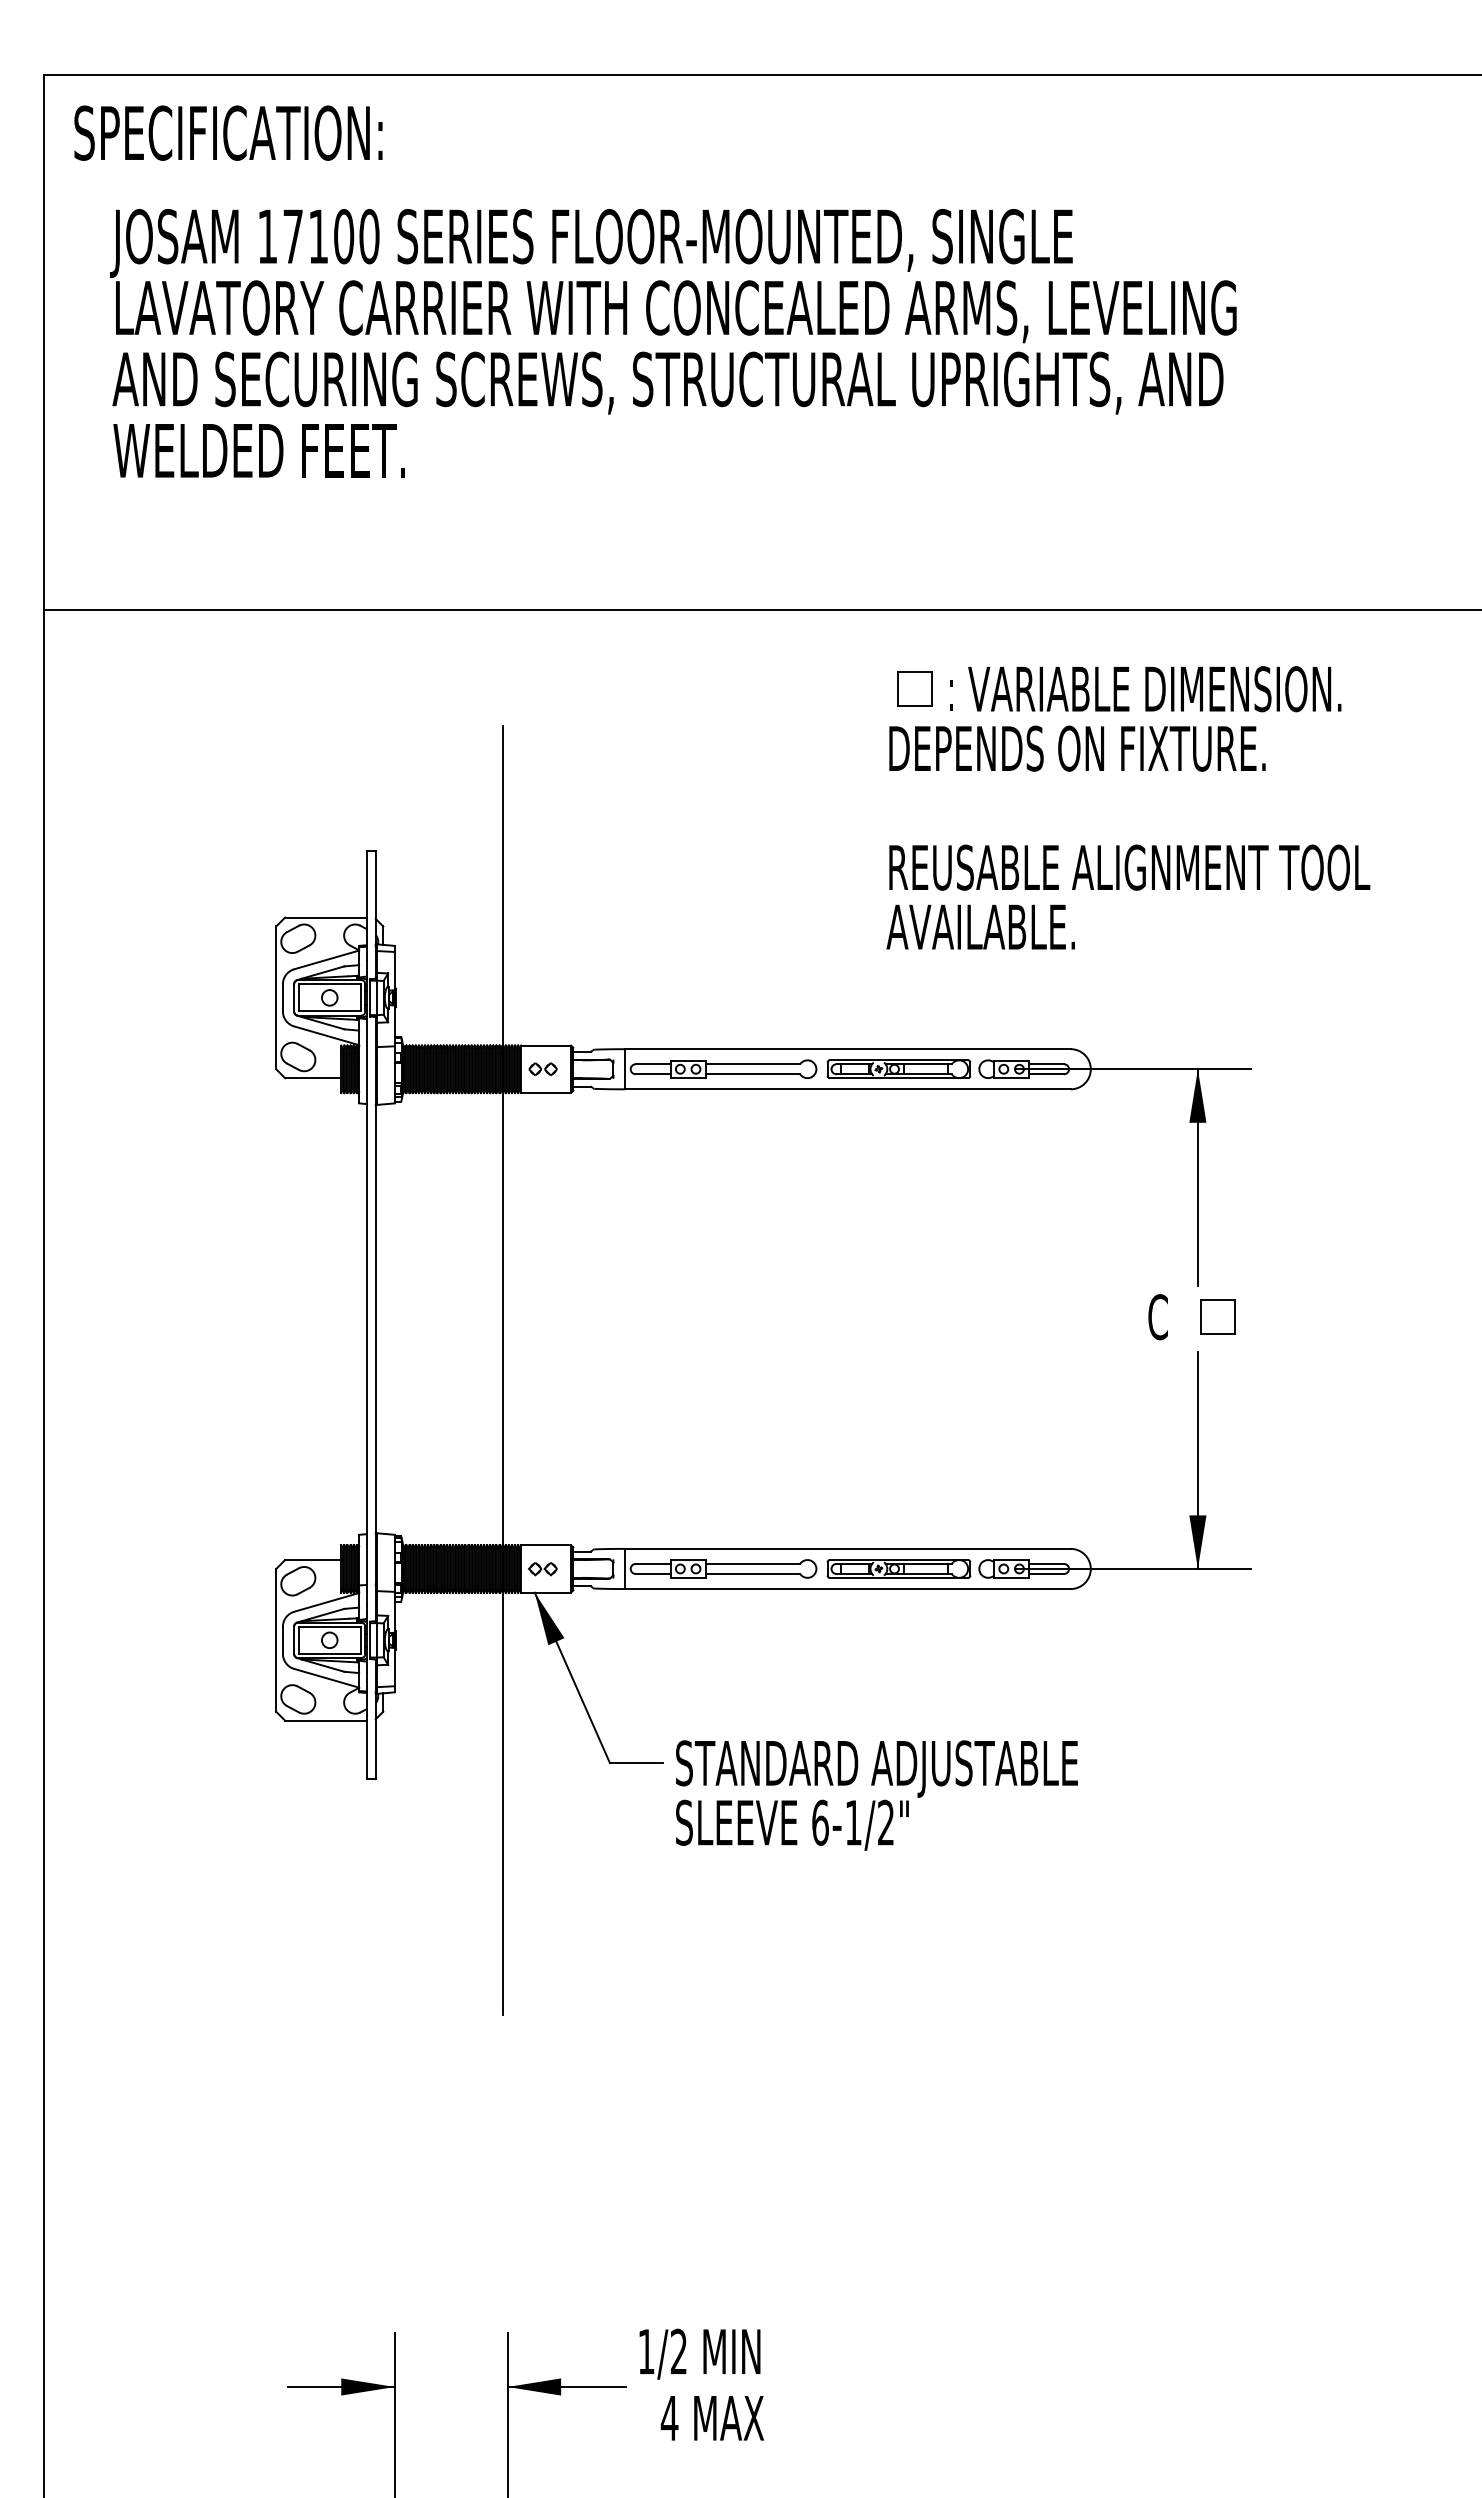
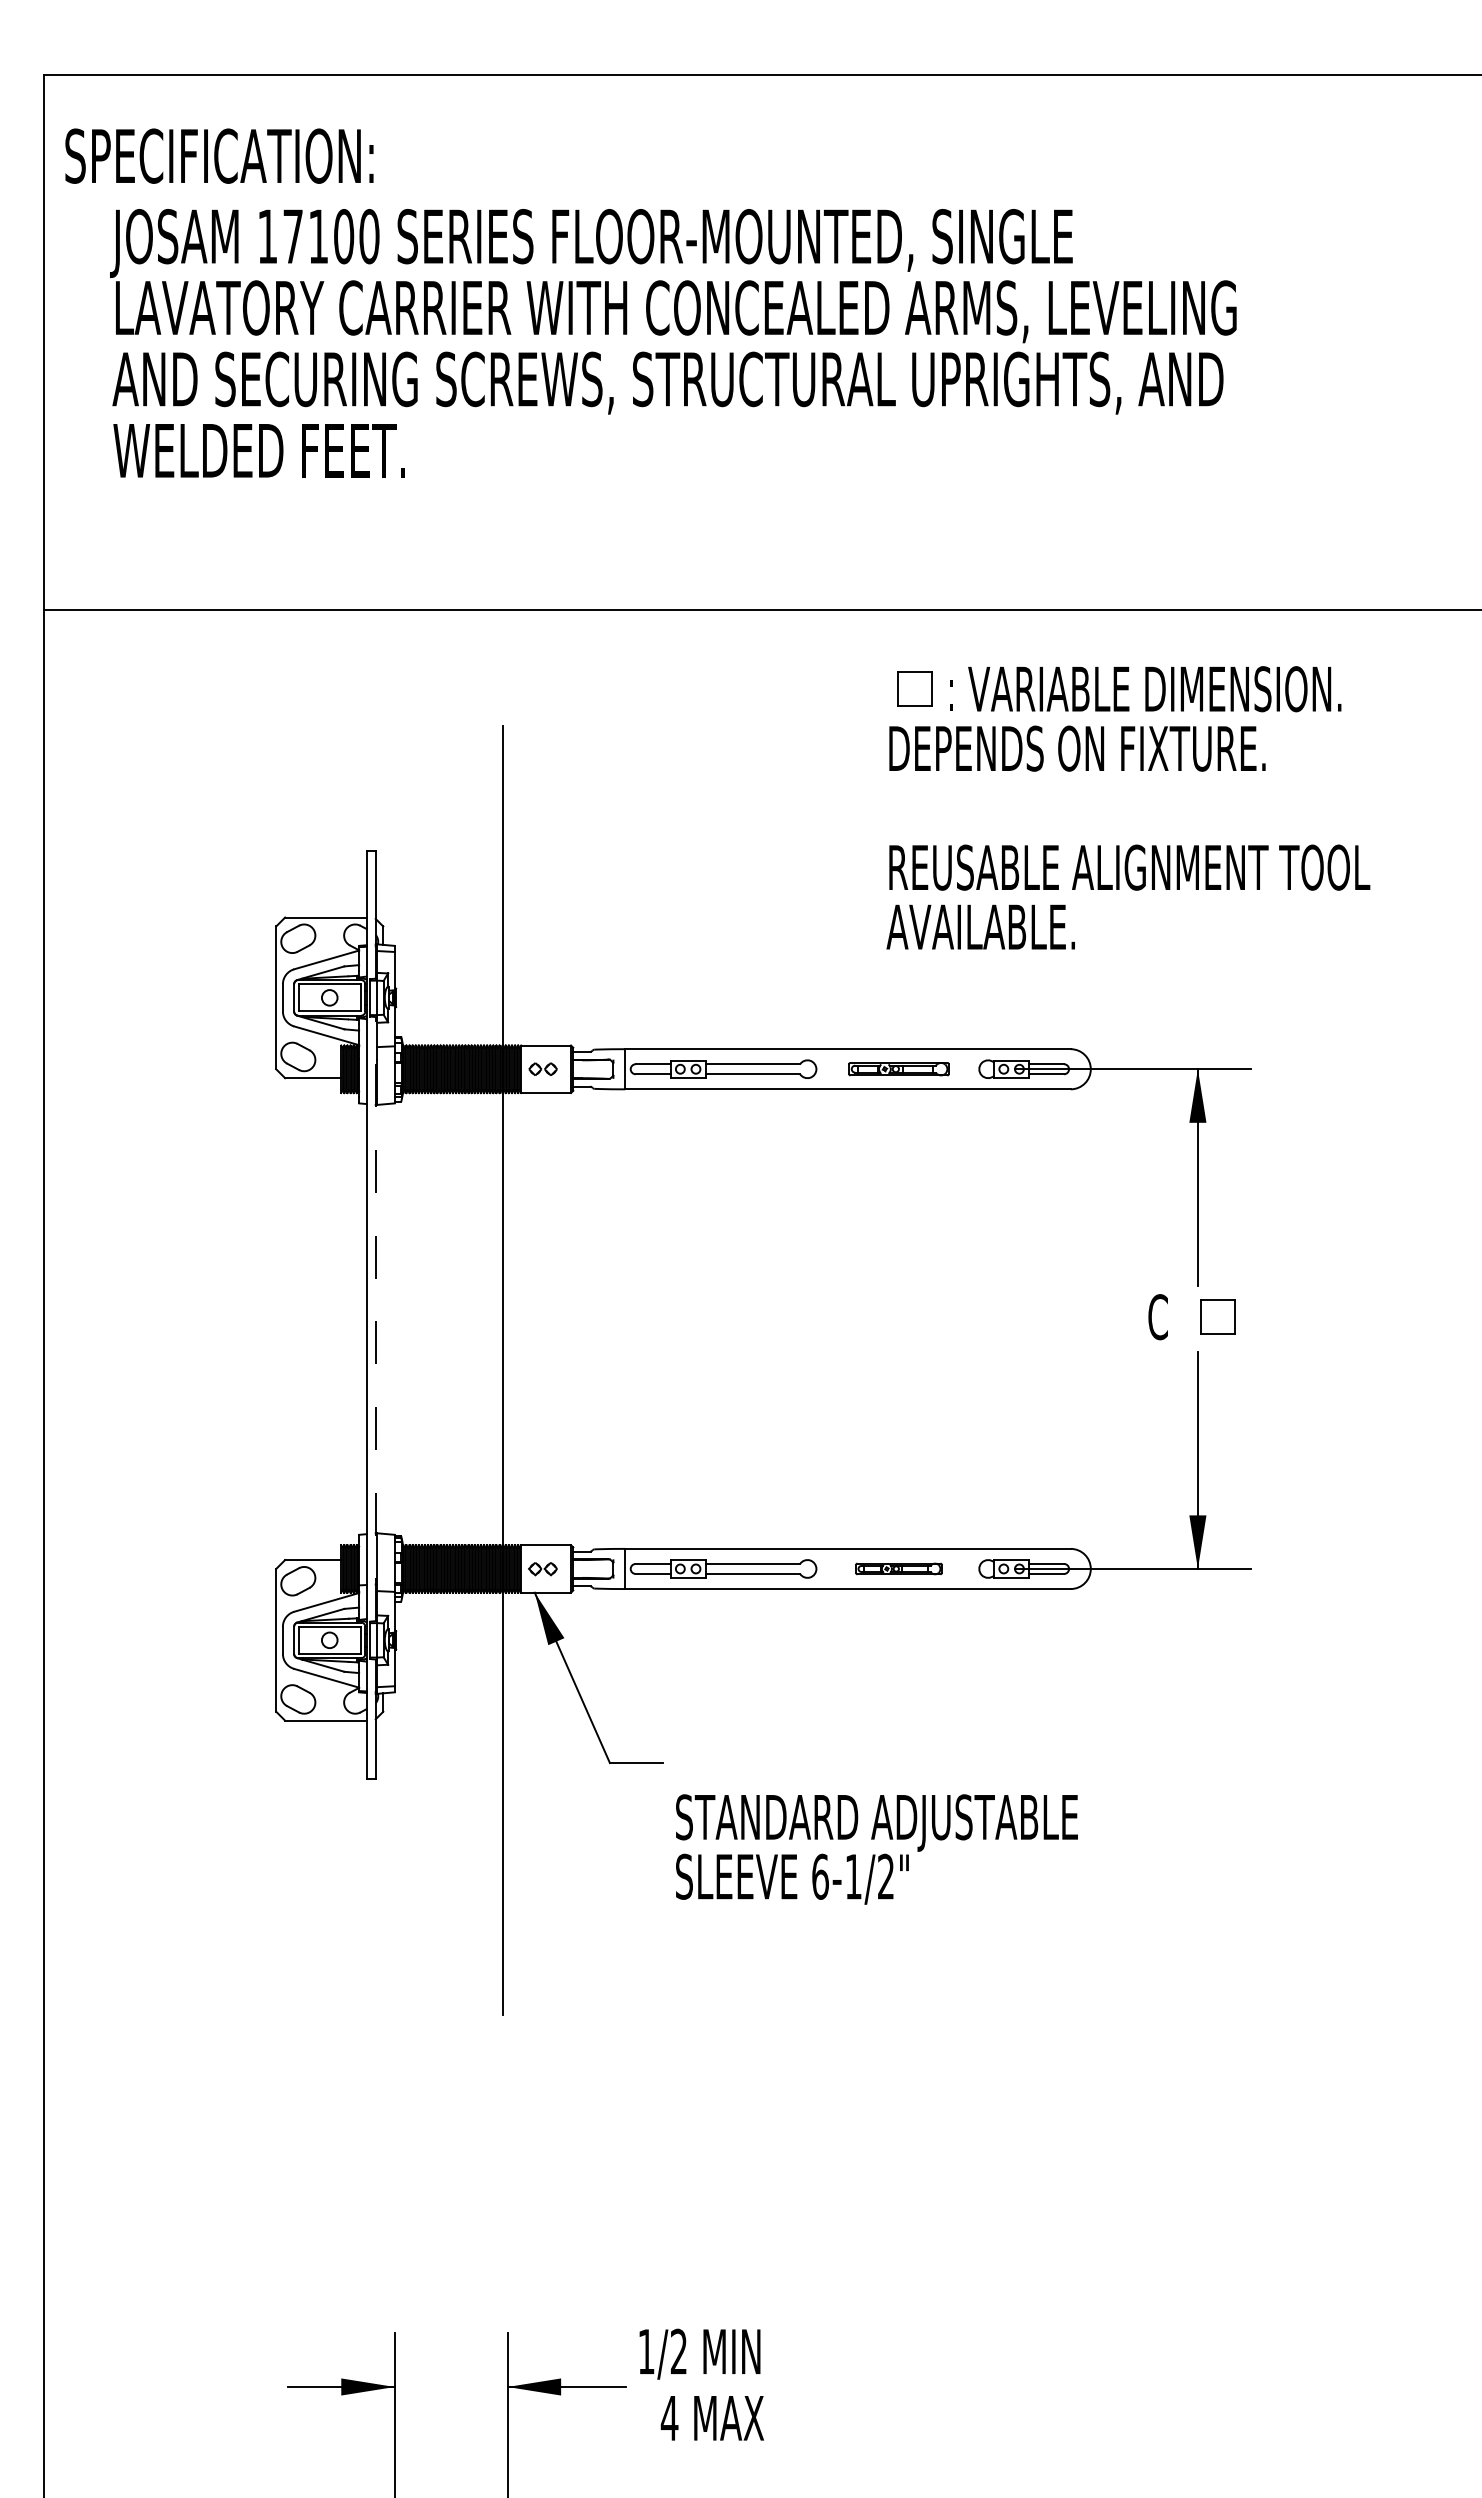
text at (228, 132) position: (228, 132) -> (219, 155)
part at (898, 1068) size: 146x20 px -> 102x15 px
line at (375, 1318): solid -> dashed
part at (898, 1568) size: 146x20 px -> 88x14 px
text at (876, 1795) position: (876, 1795) -> (876, 1849)
